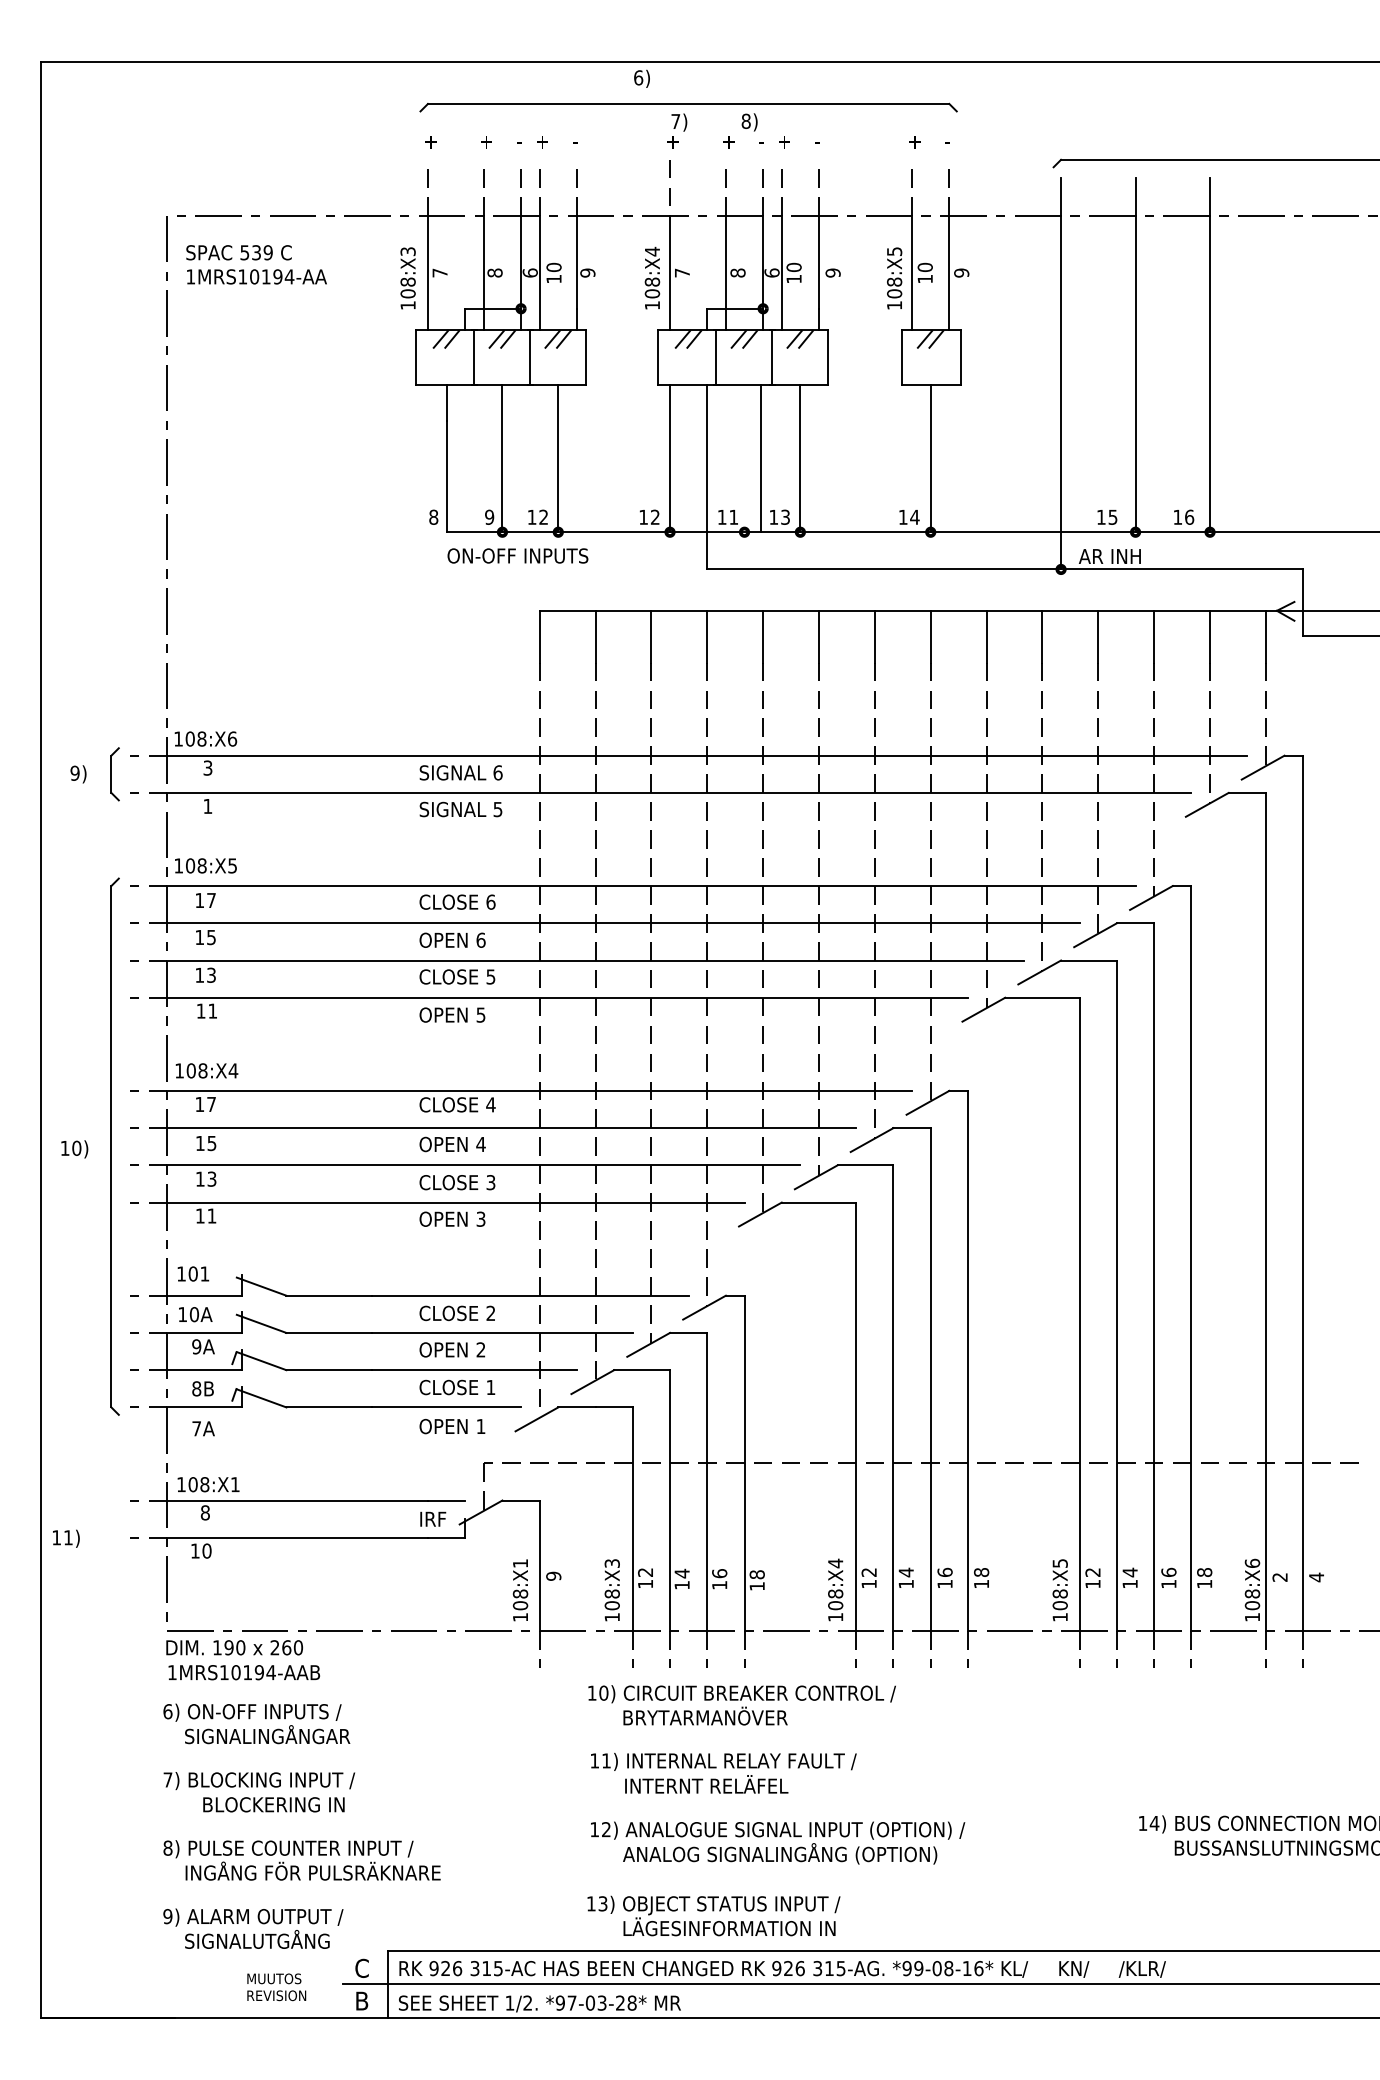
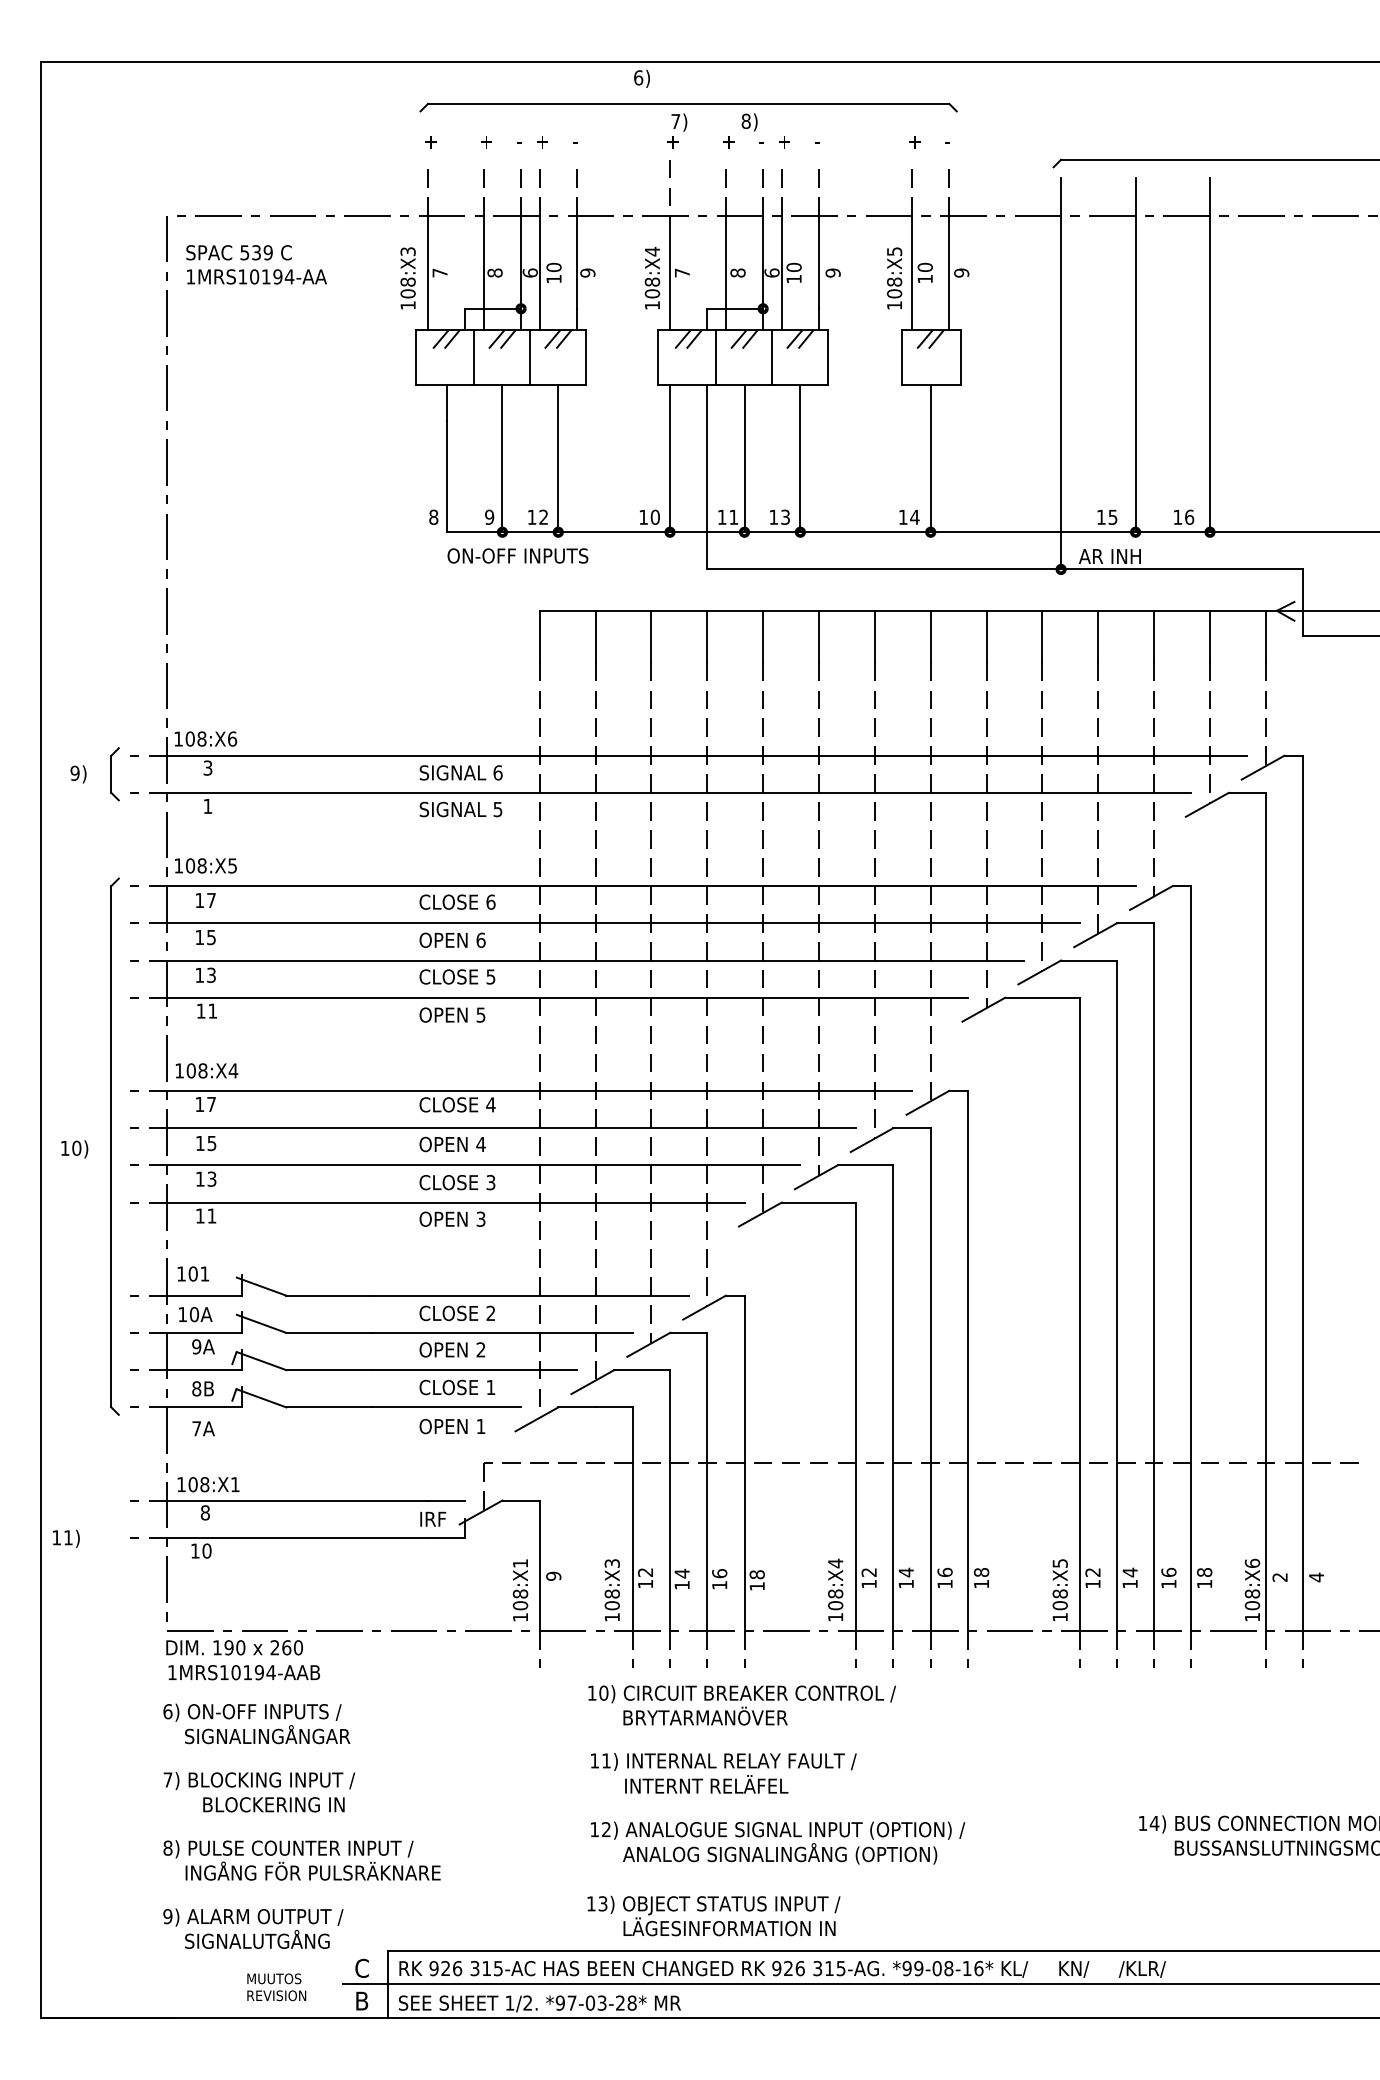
line at (760, 458) position: (760, 458) -> (744, 458)
text at (654, 516): 12 -> 10
